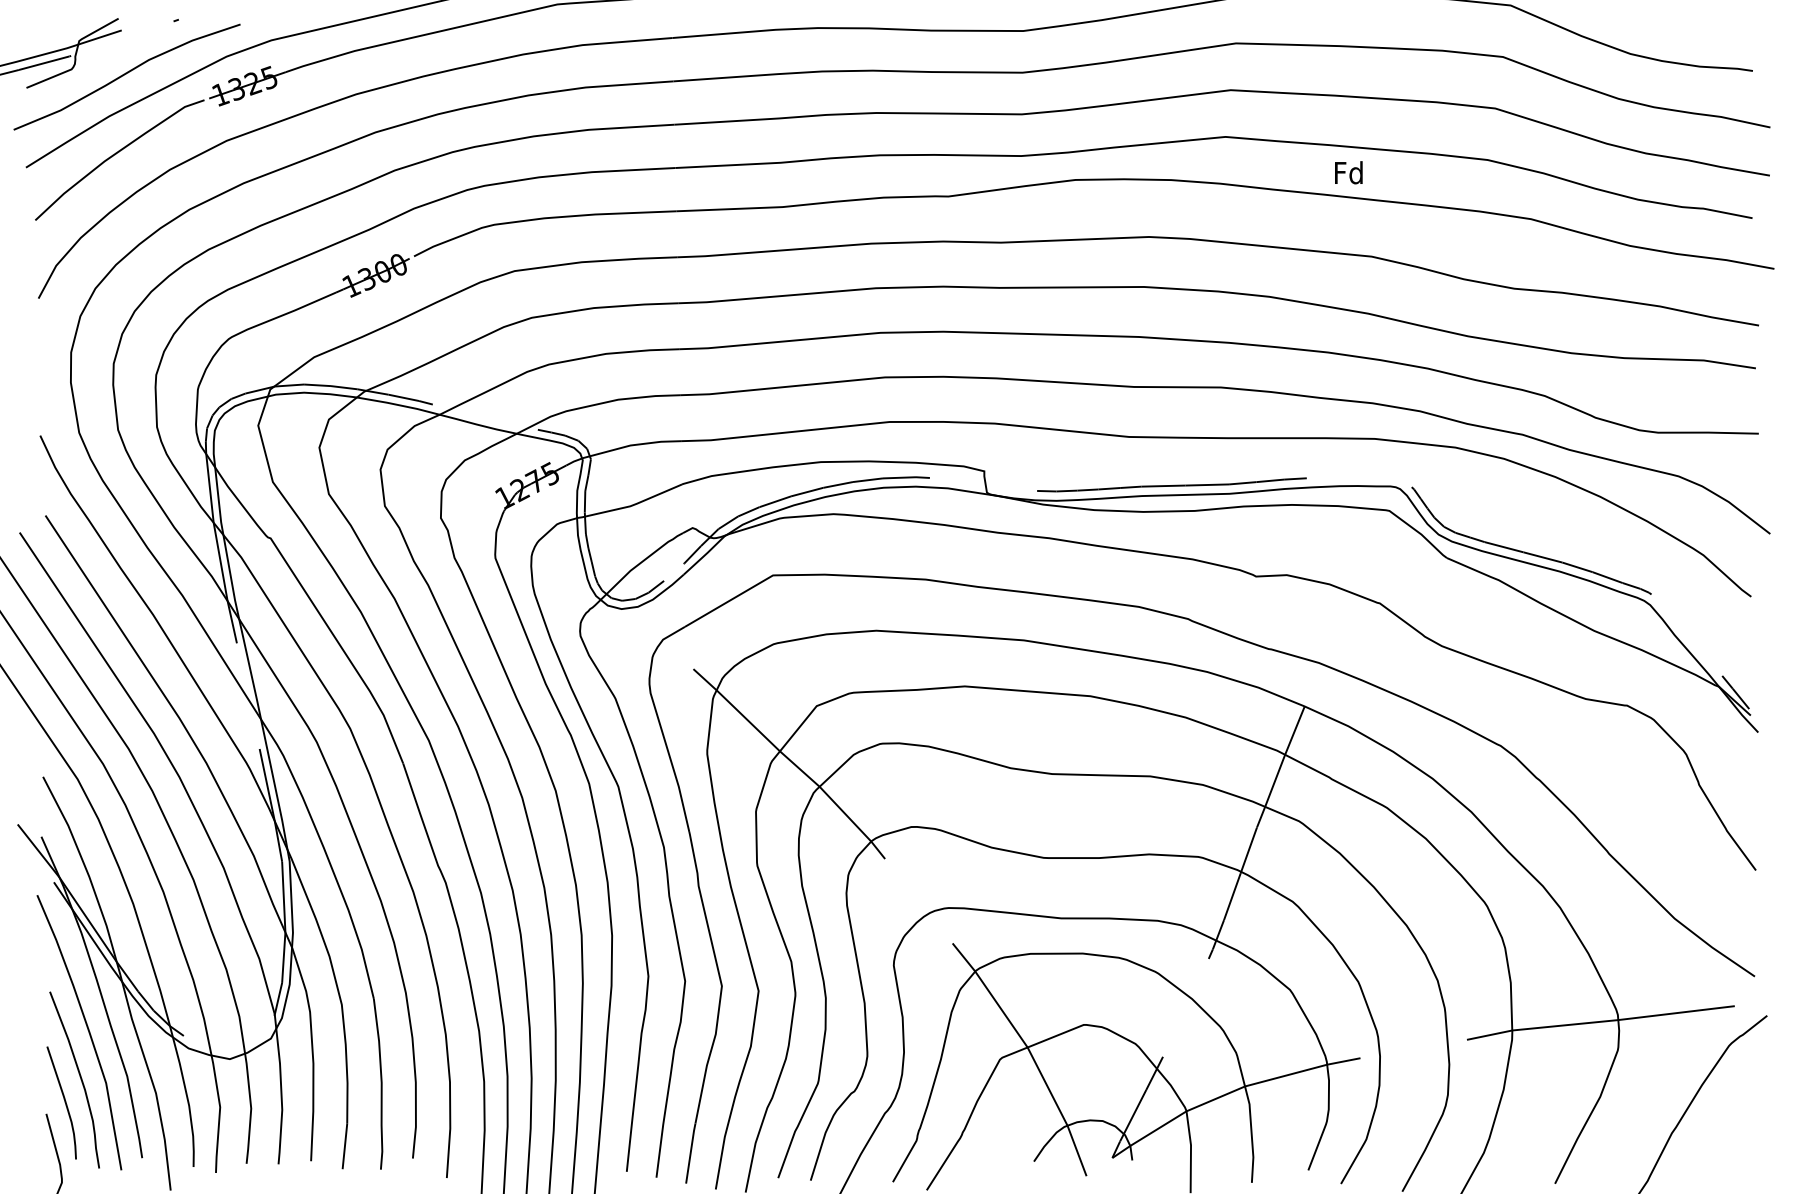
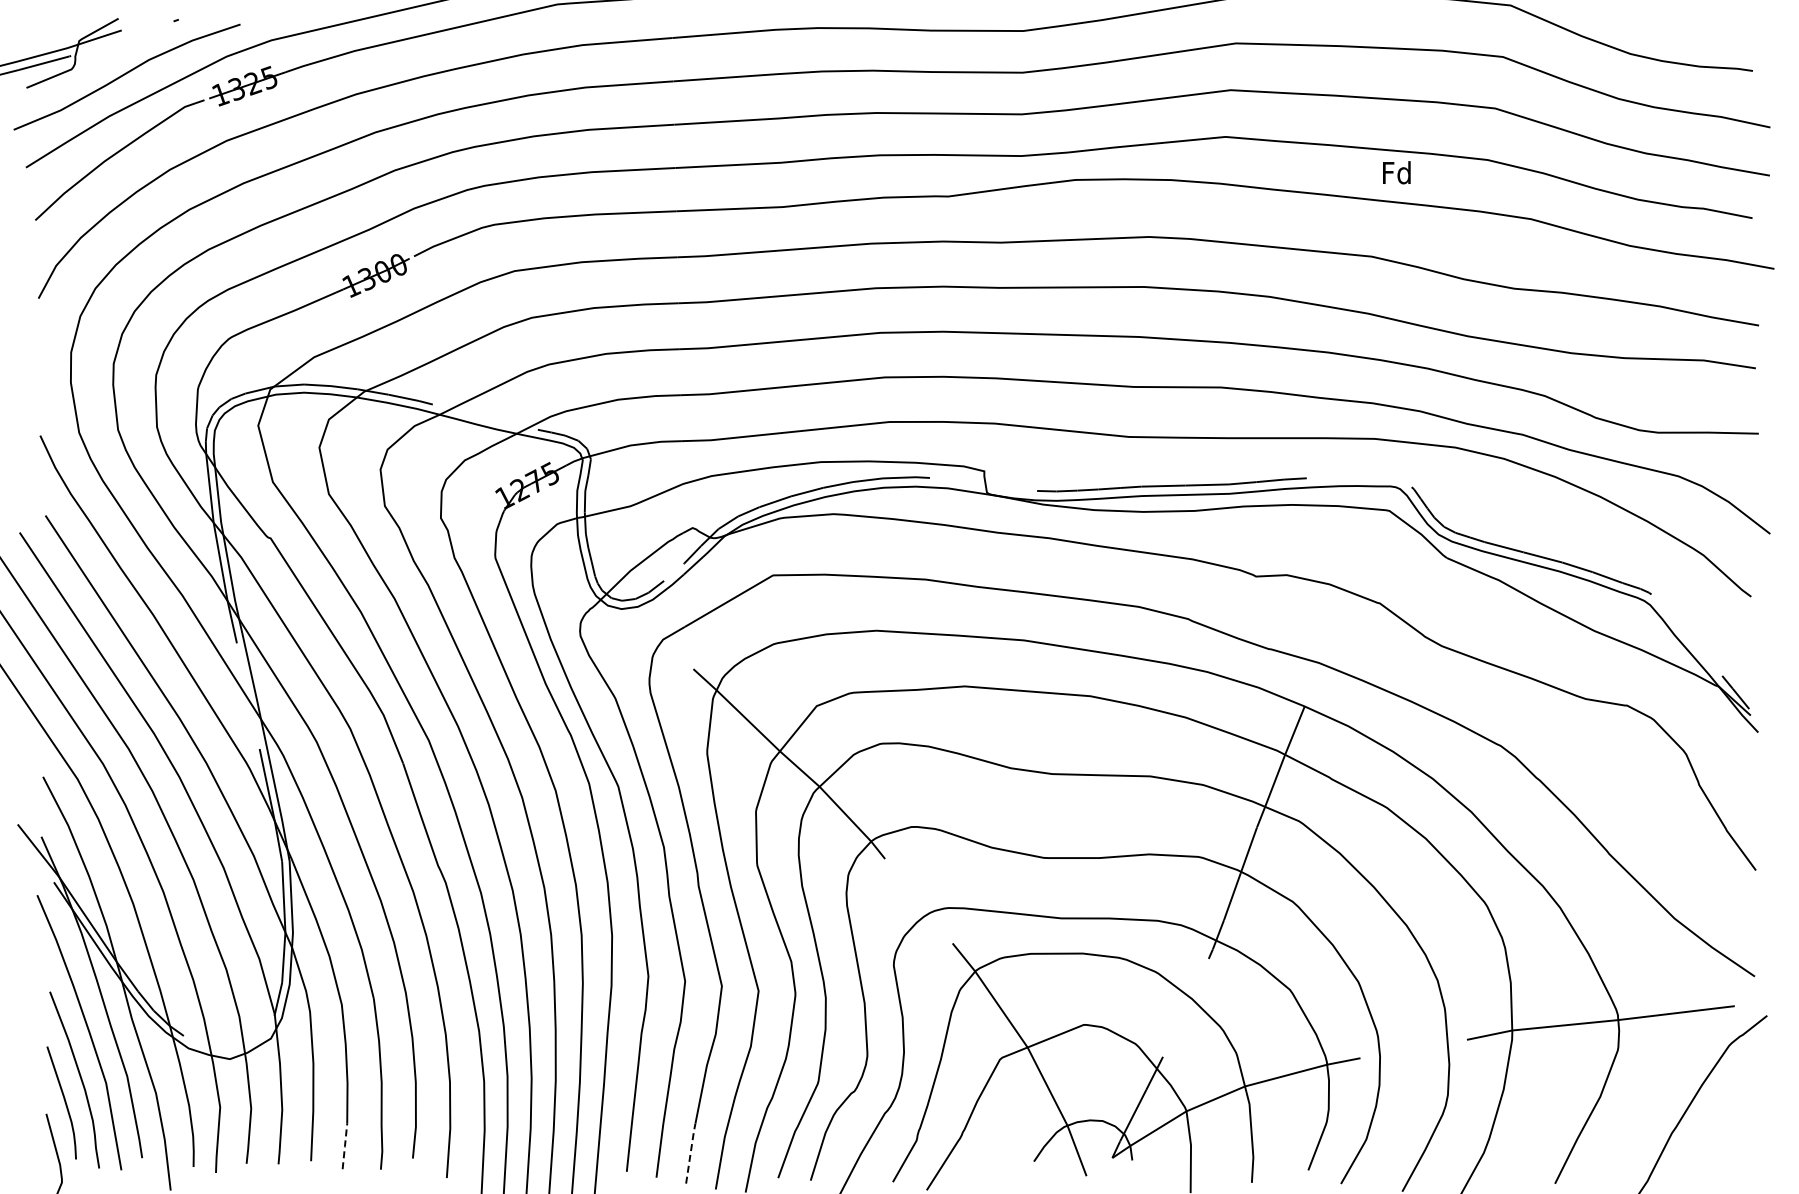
text at (1348, 172) position: (1348, 172) -> (1396, 172)
line at (344, 1146): solid -> dashed
line at (690, 1152): solid -> dashed
